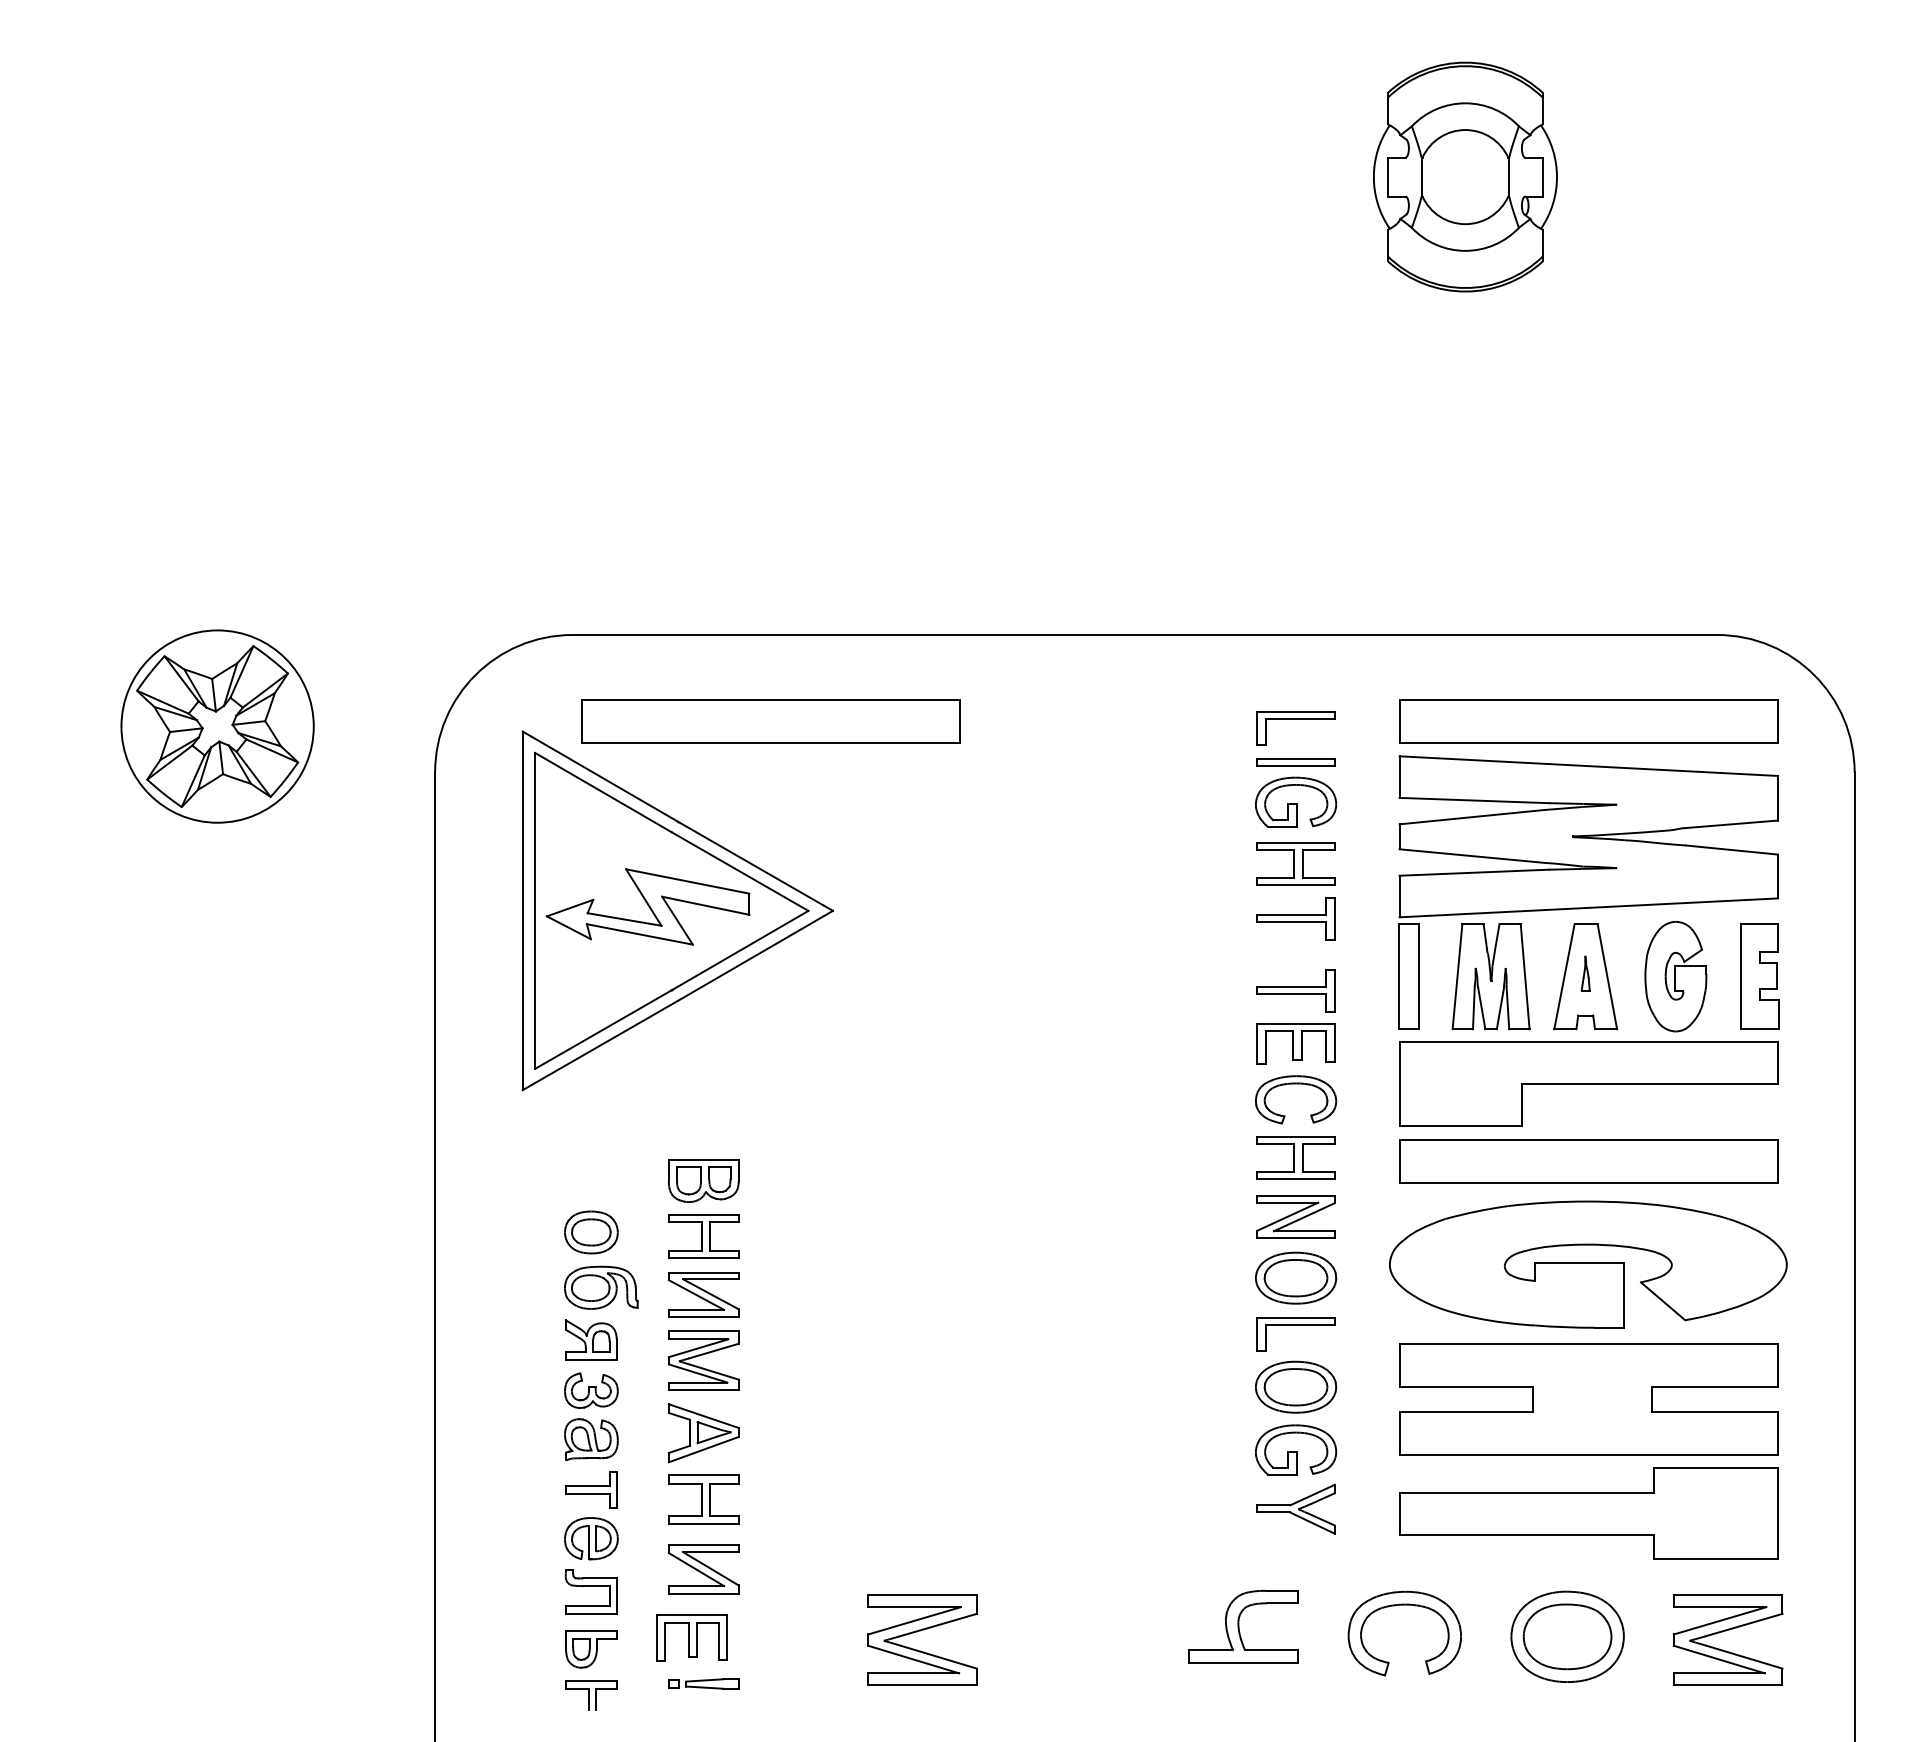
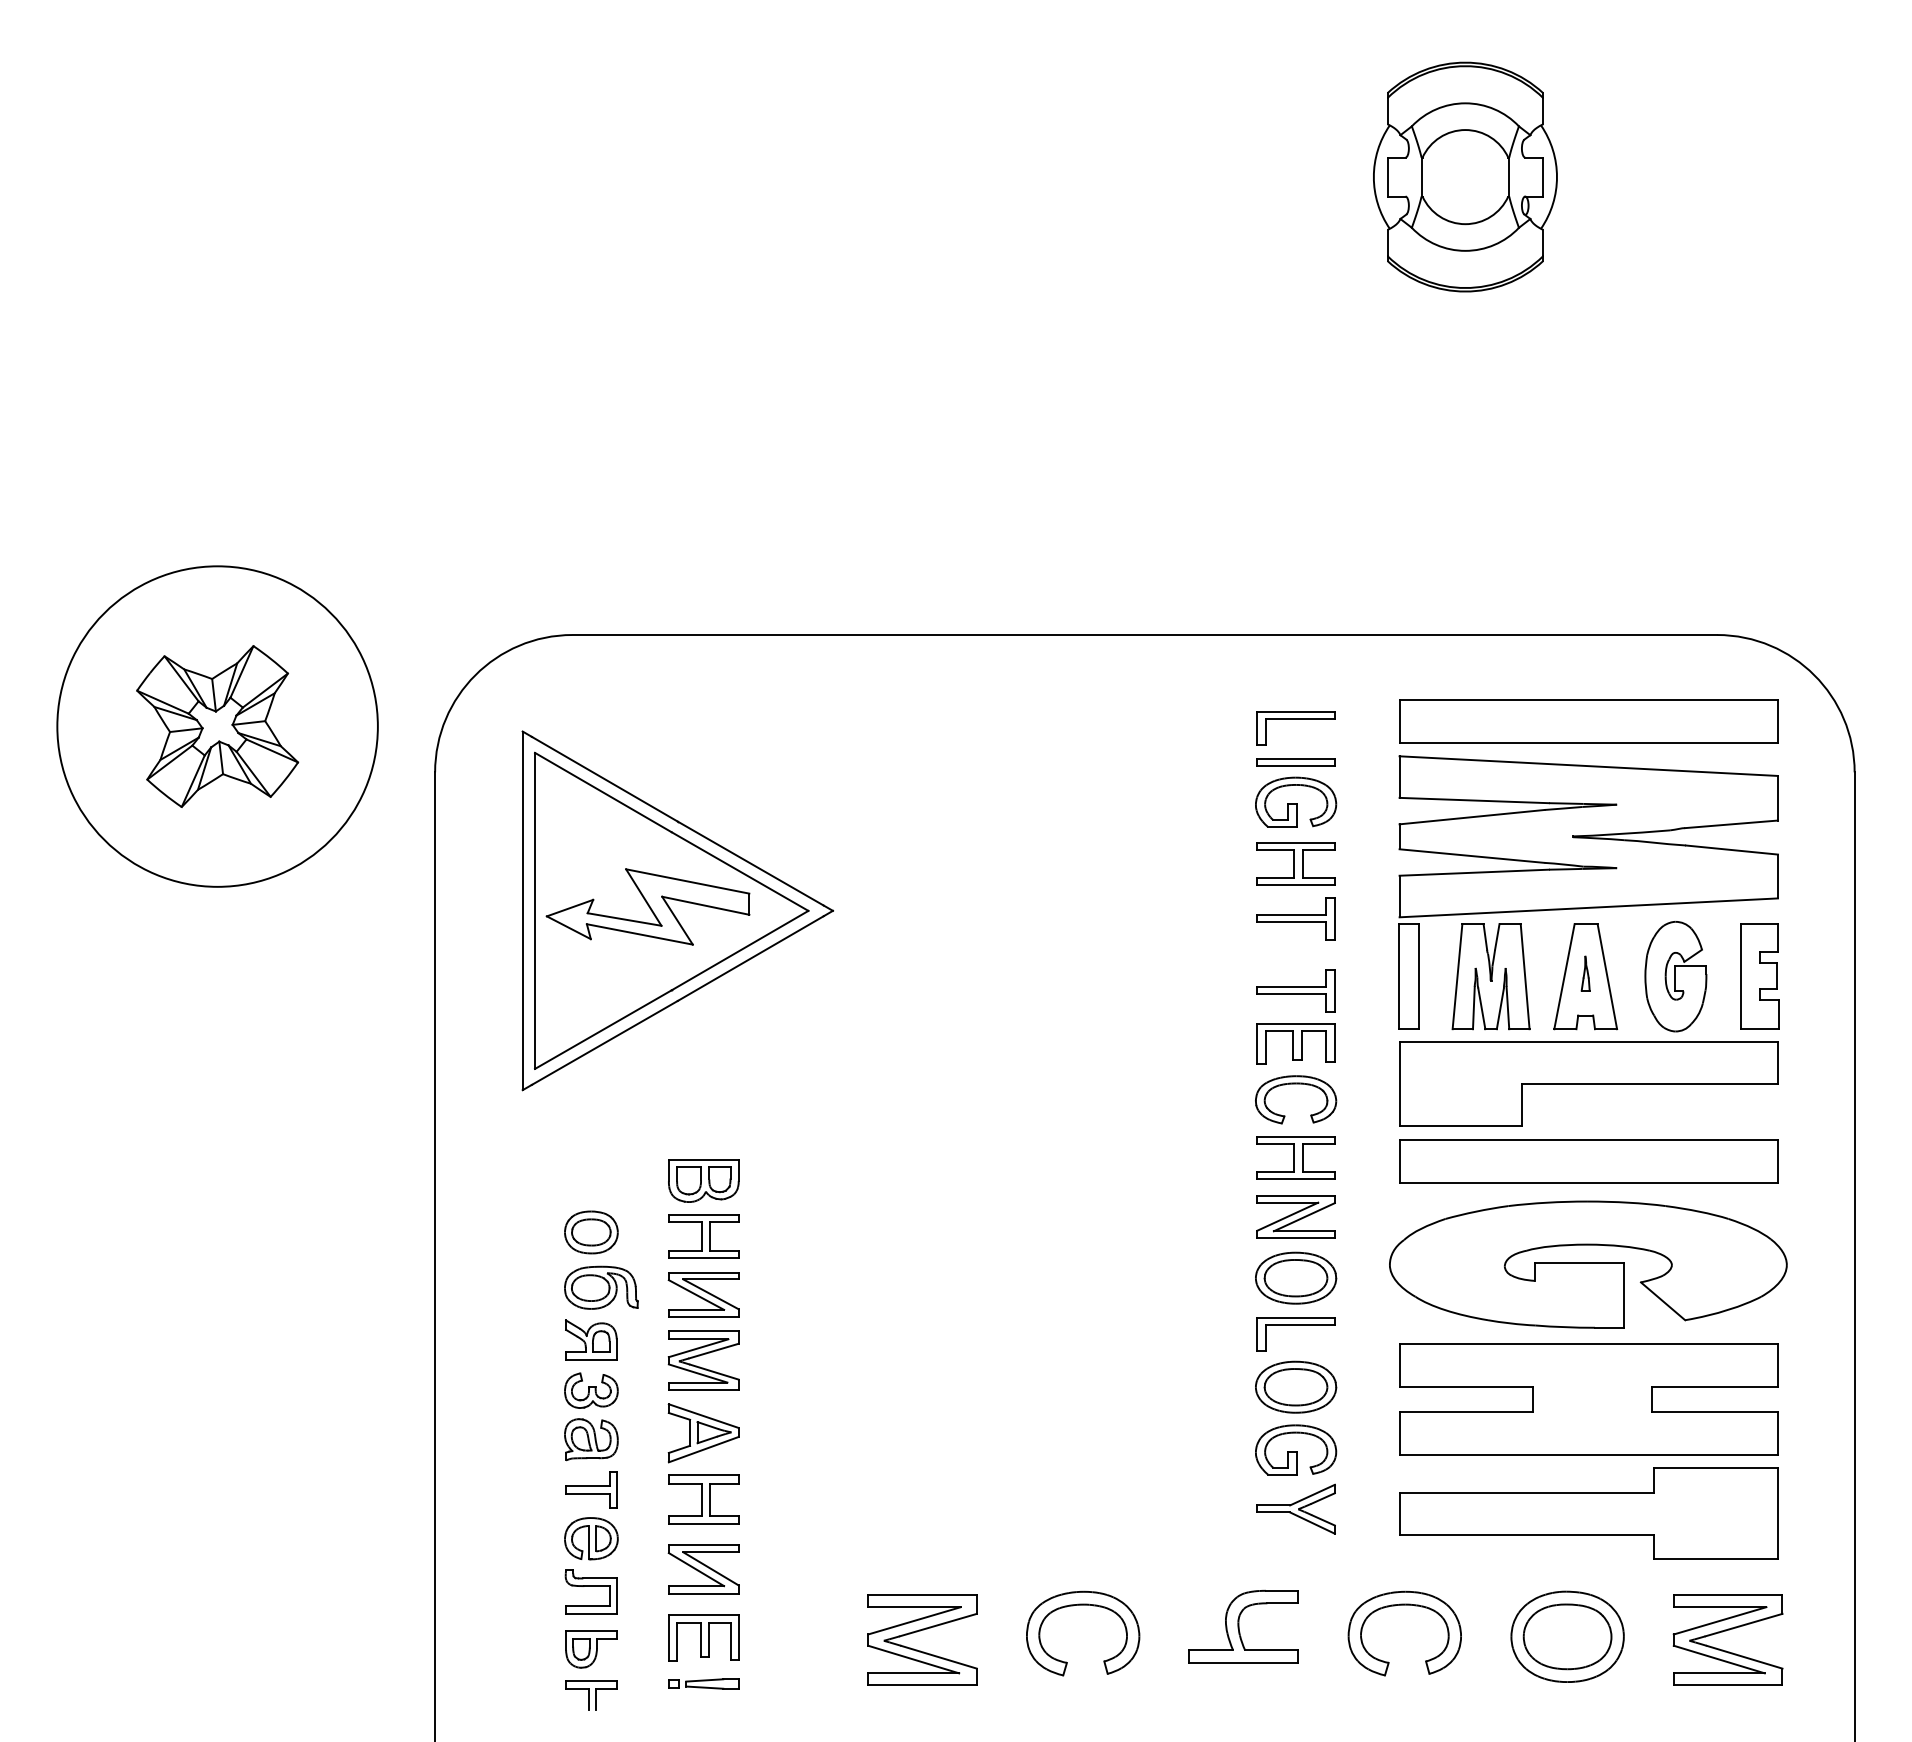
part at (770, 721): present -> none
circle at (217, 726) diameter: 192 px -> 321 px
part at (1083, 1605): none -> present
part at (691, 1637) position: (691, 1637) -> (703, 1637)
